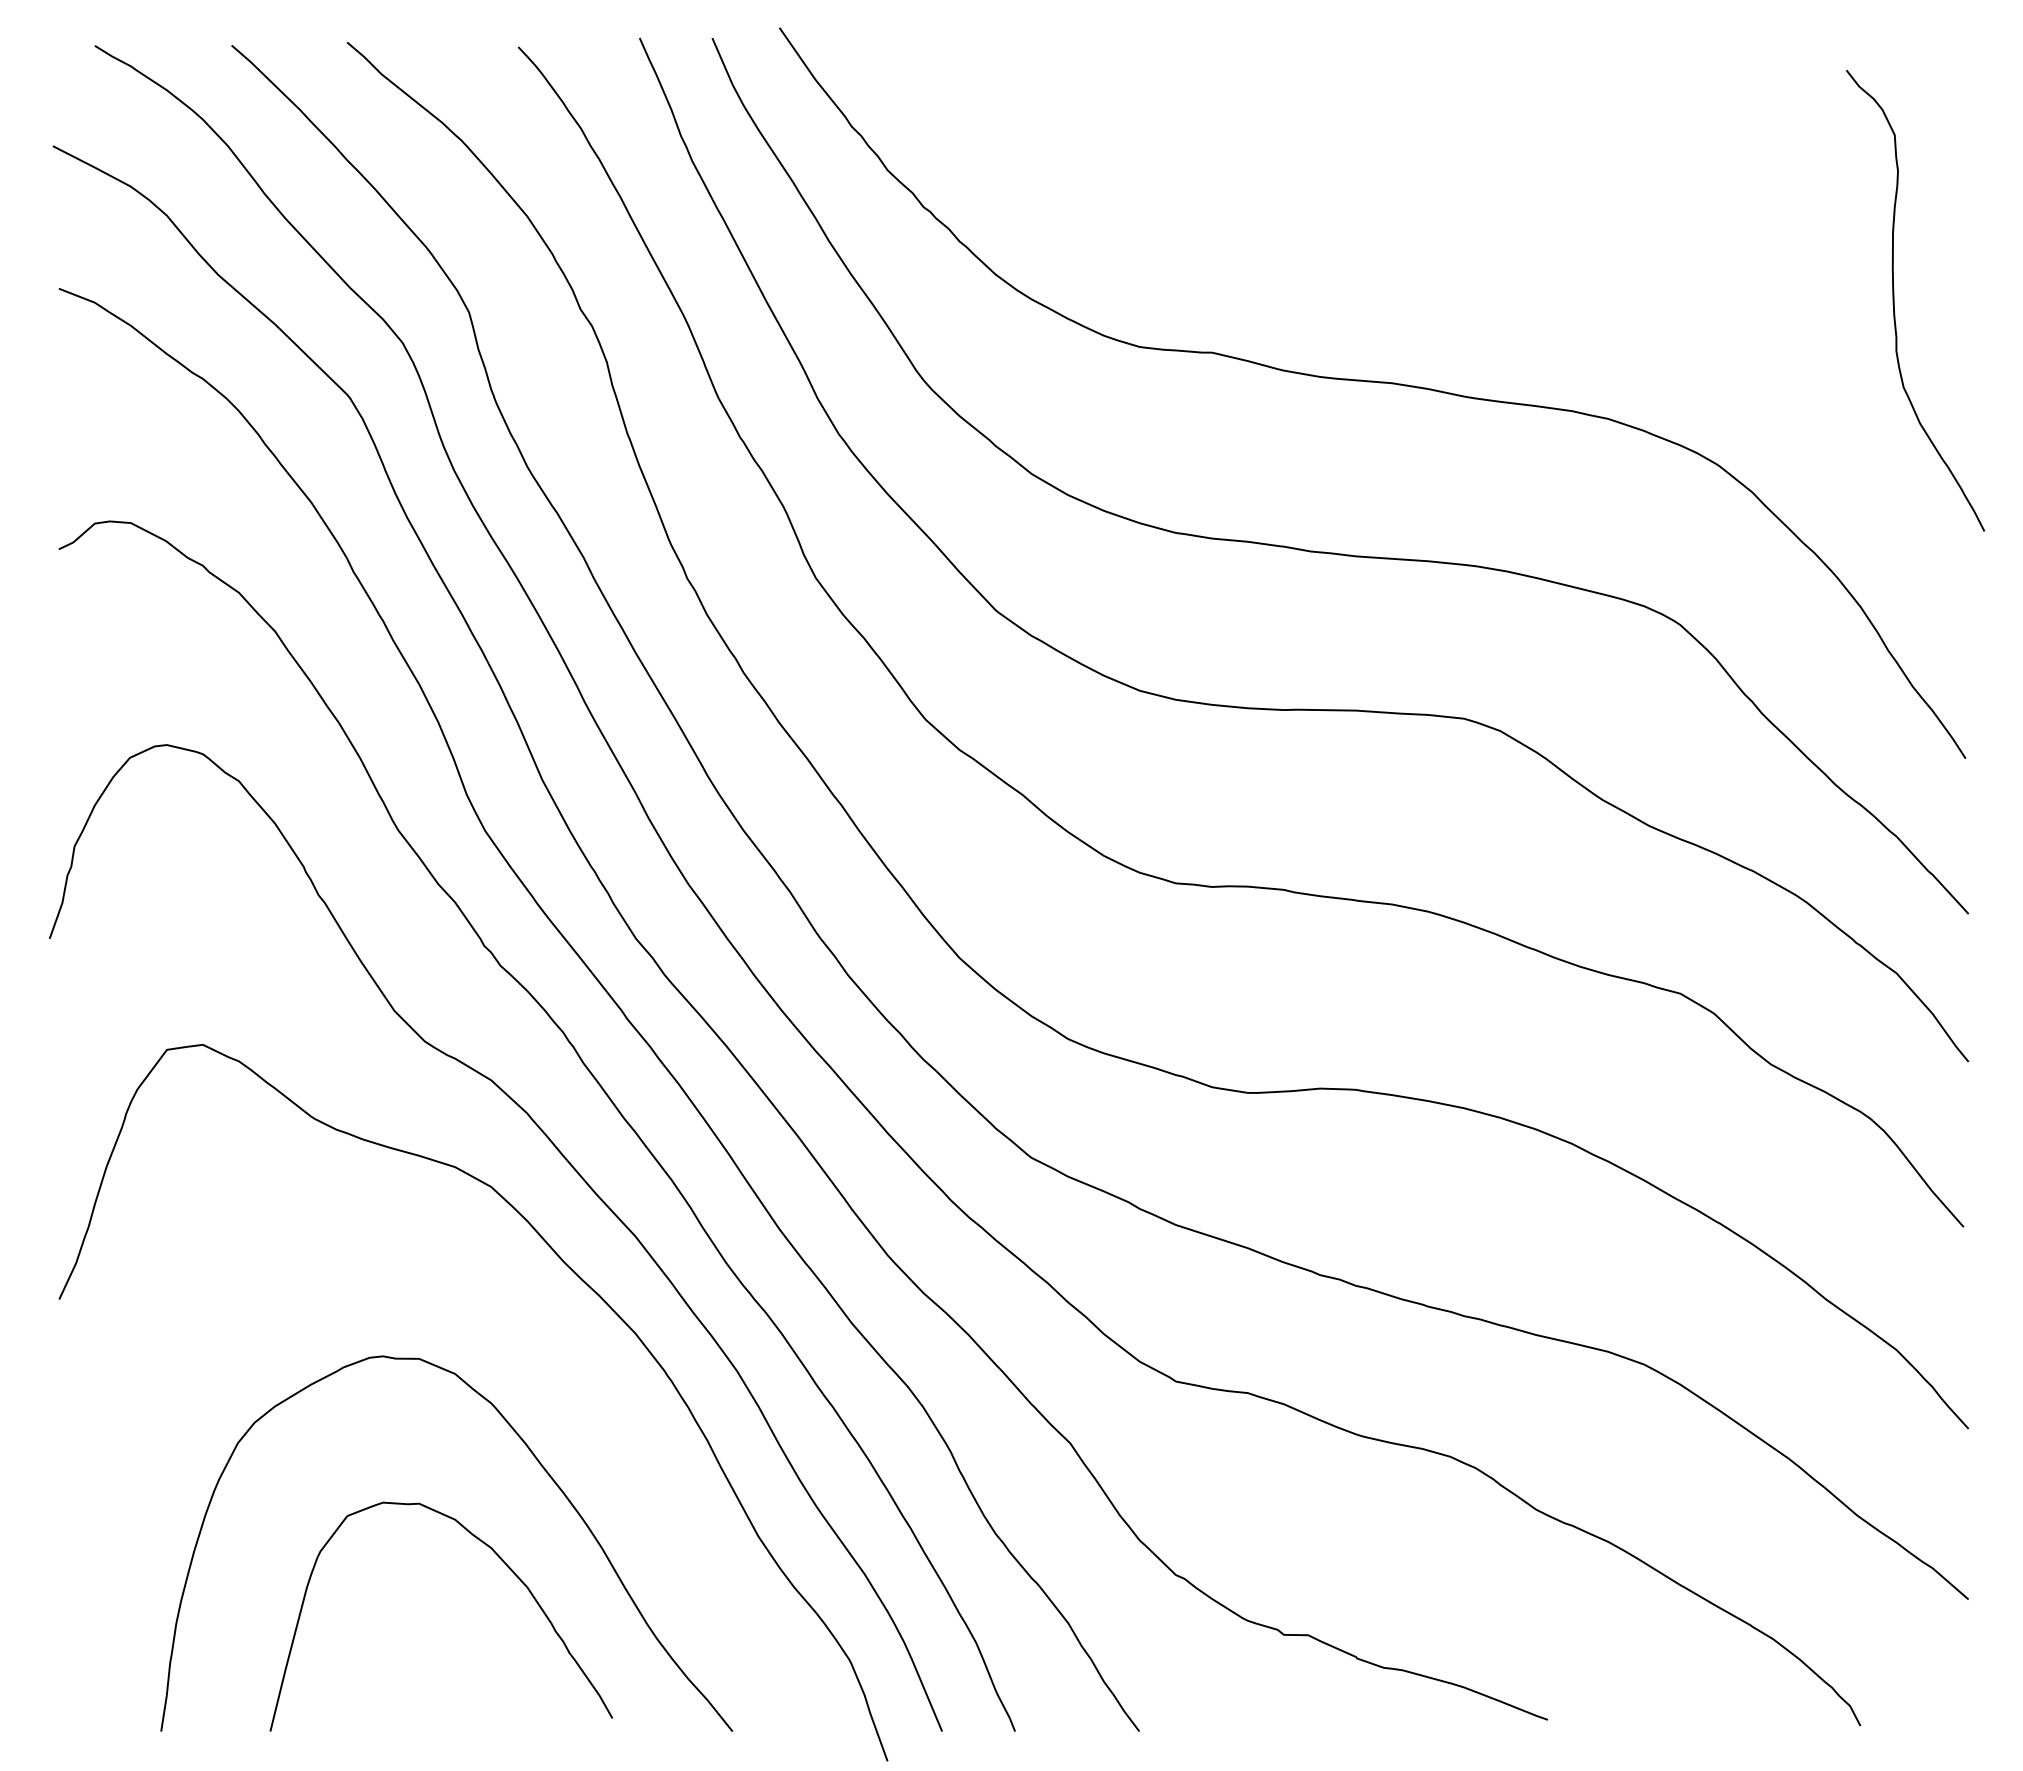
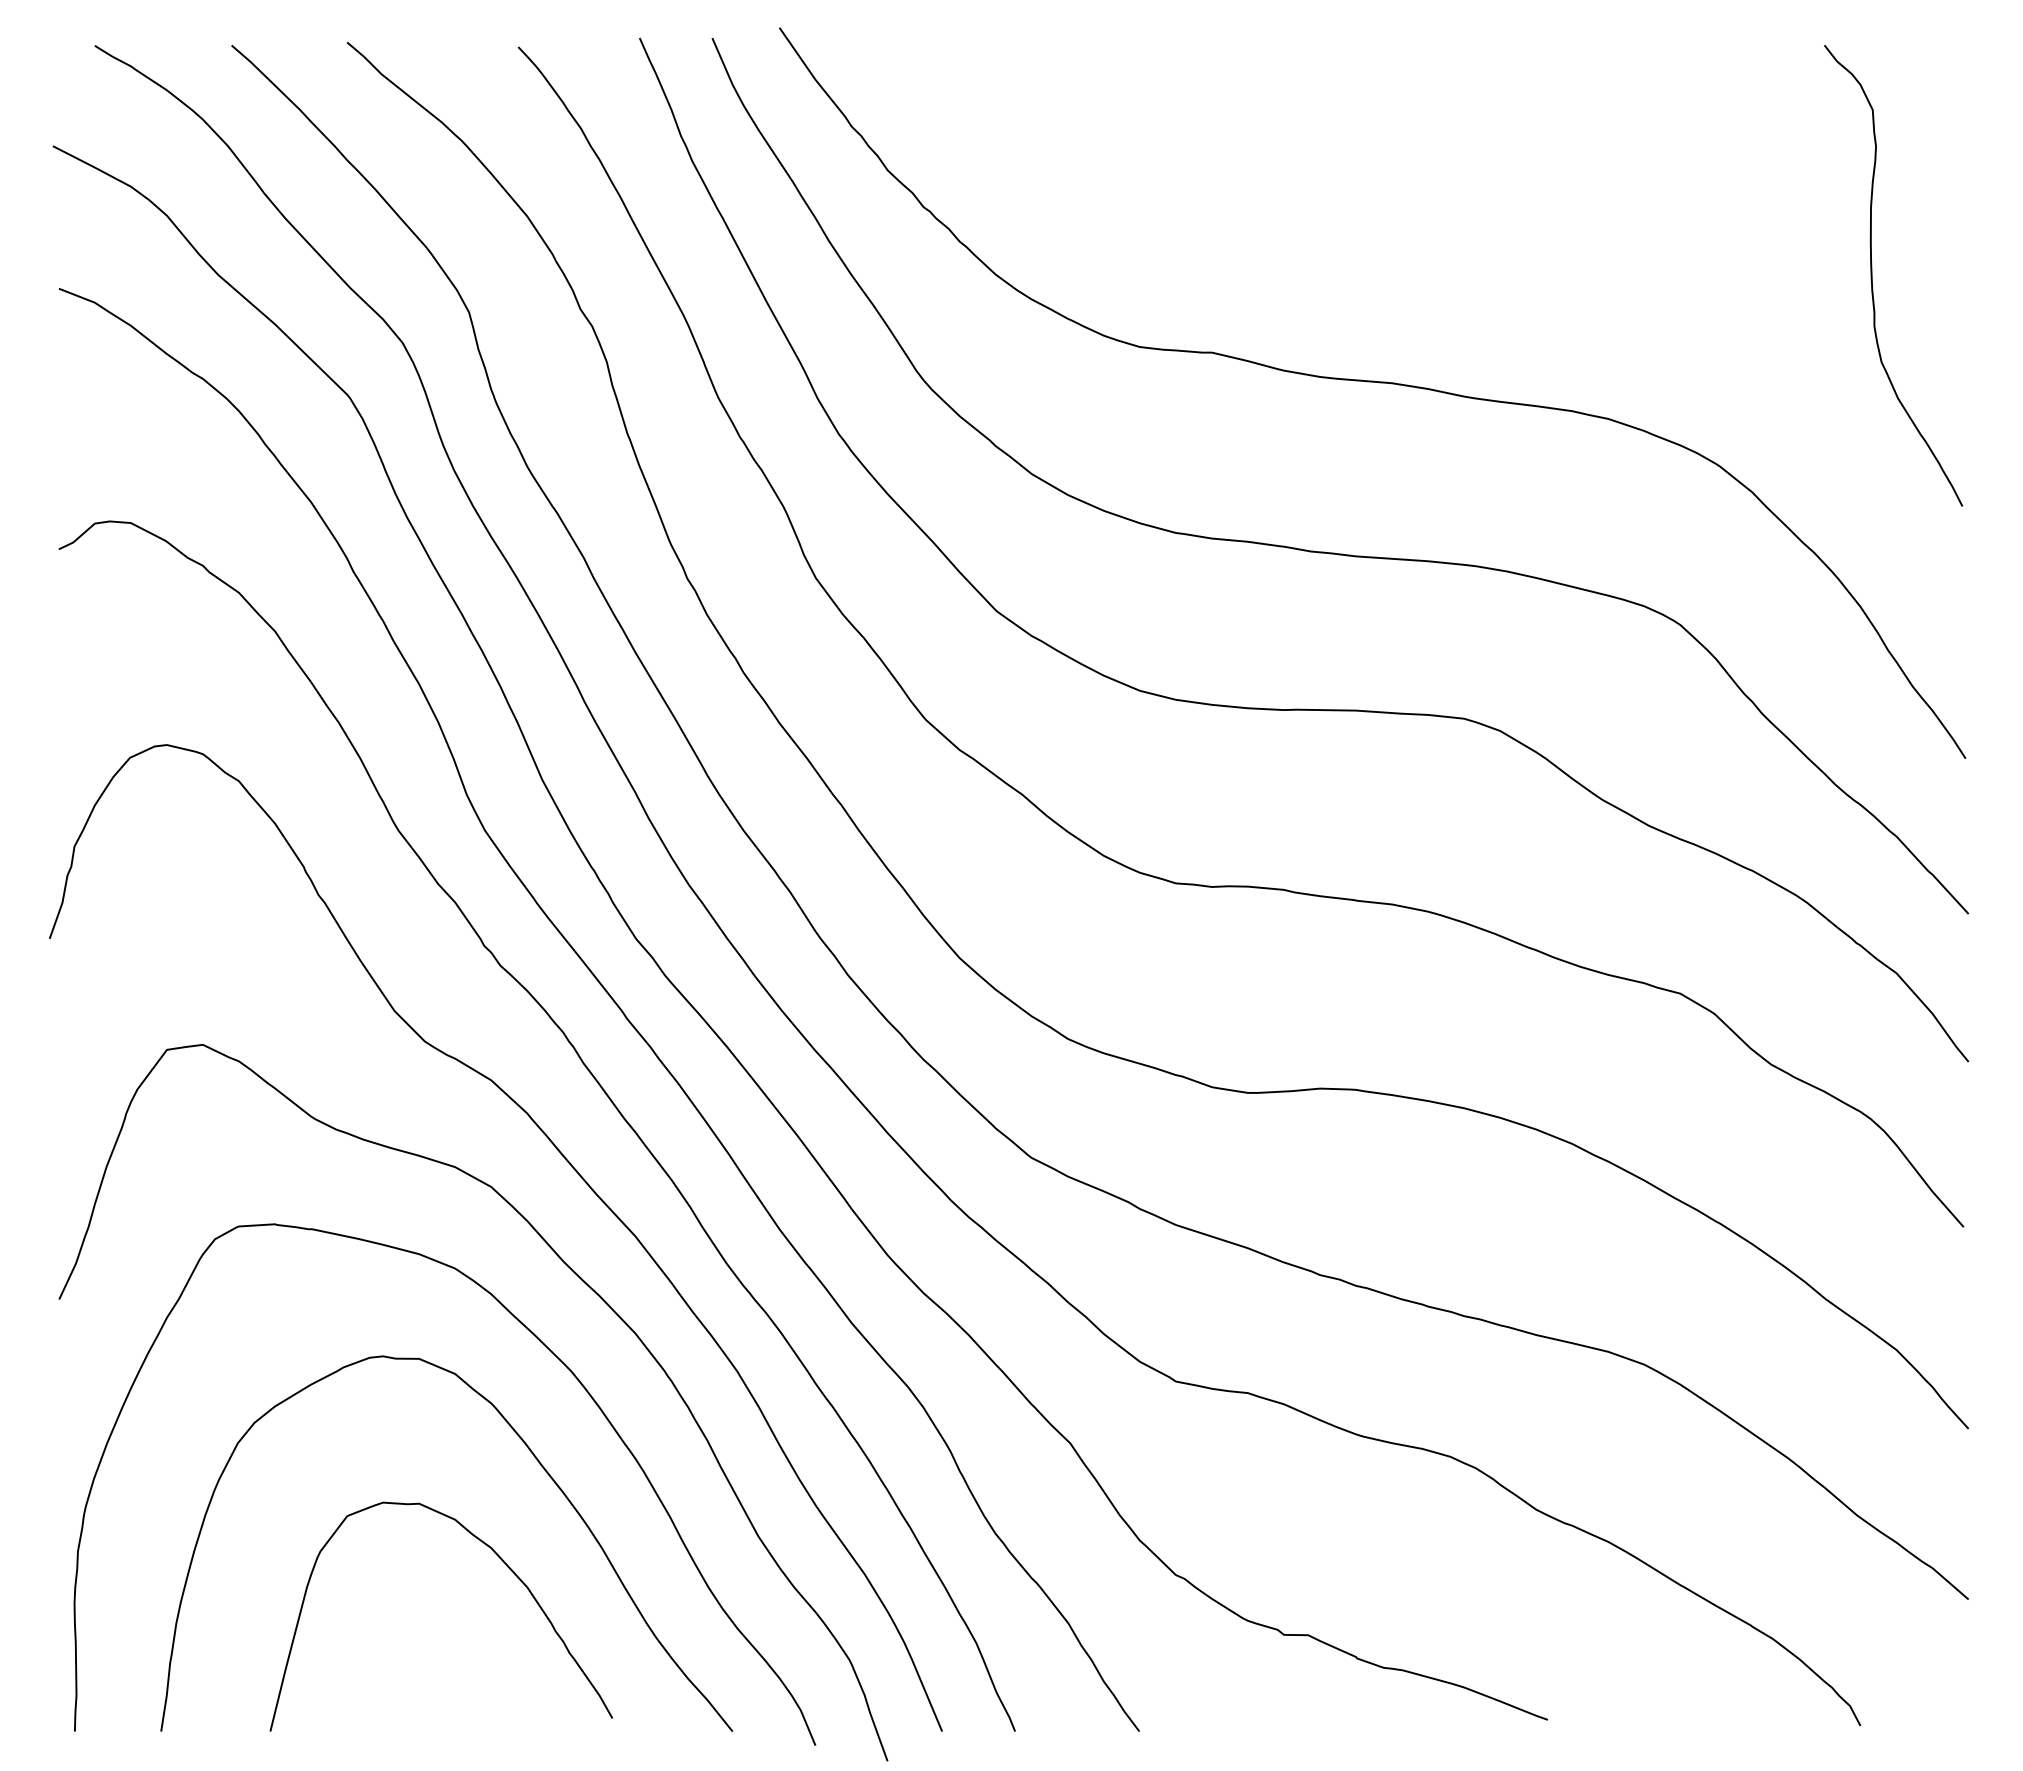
curve at (1894, 300) position: (1894, 300) -> (1872, 275)
curve at (575, 1378): none -> present
